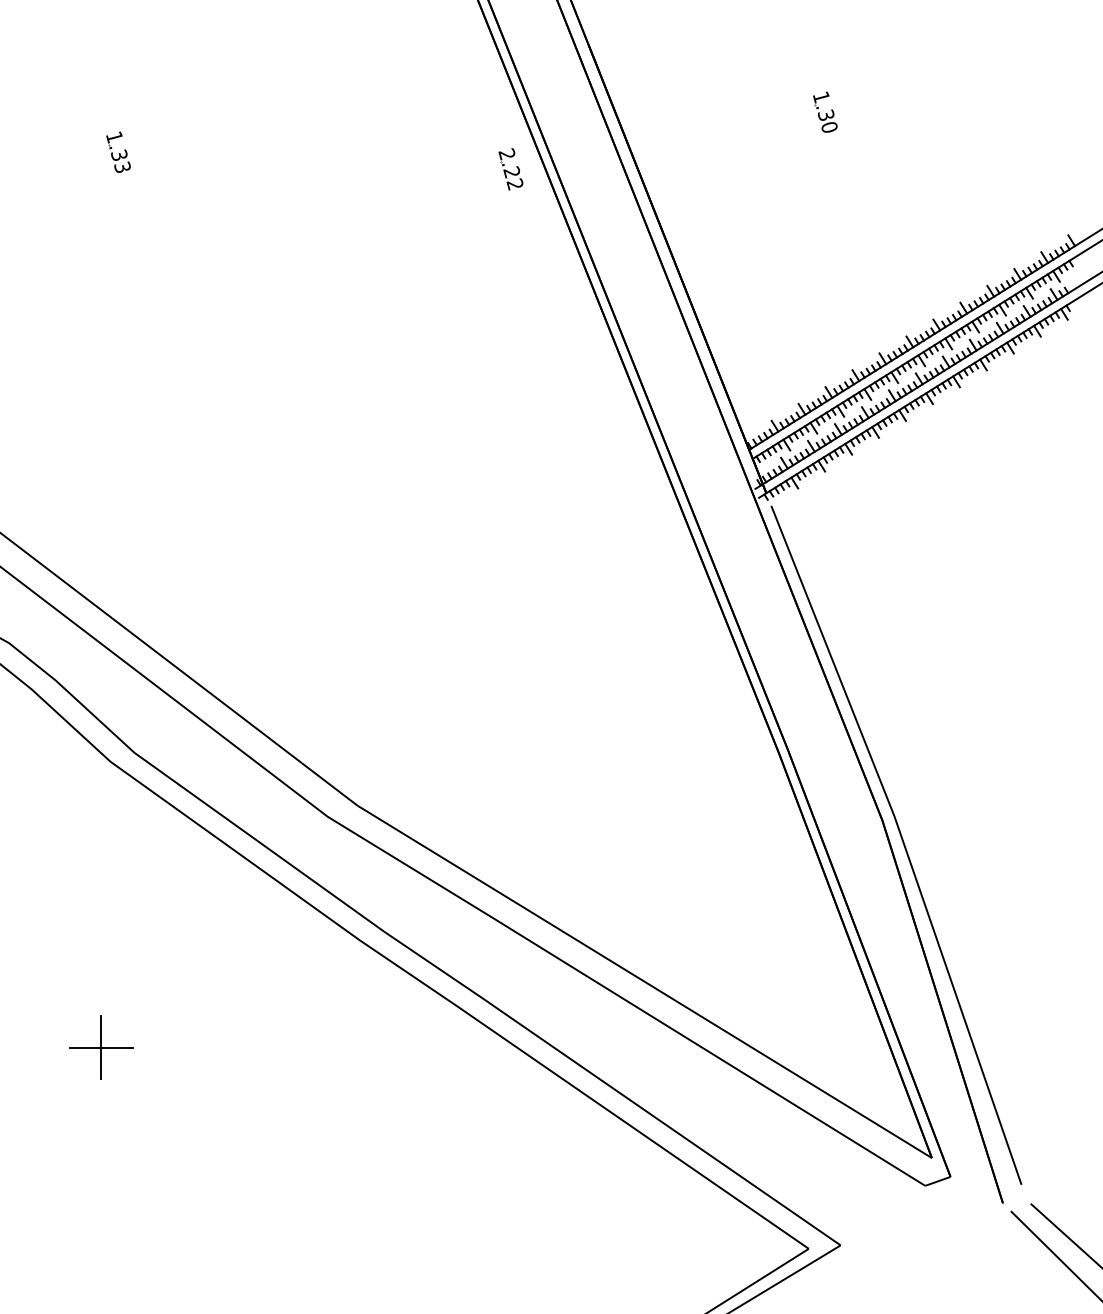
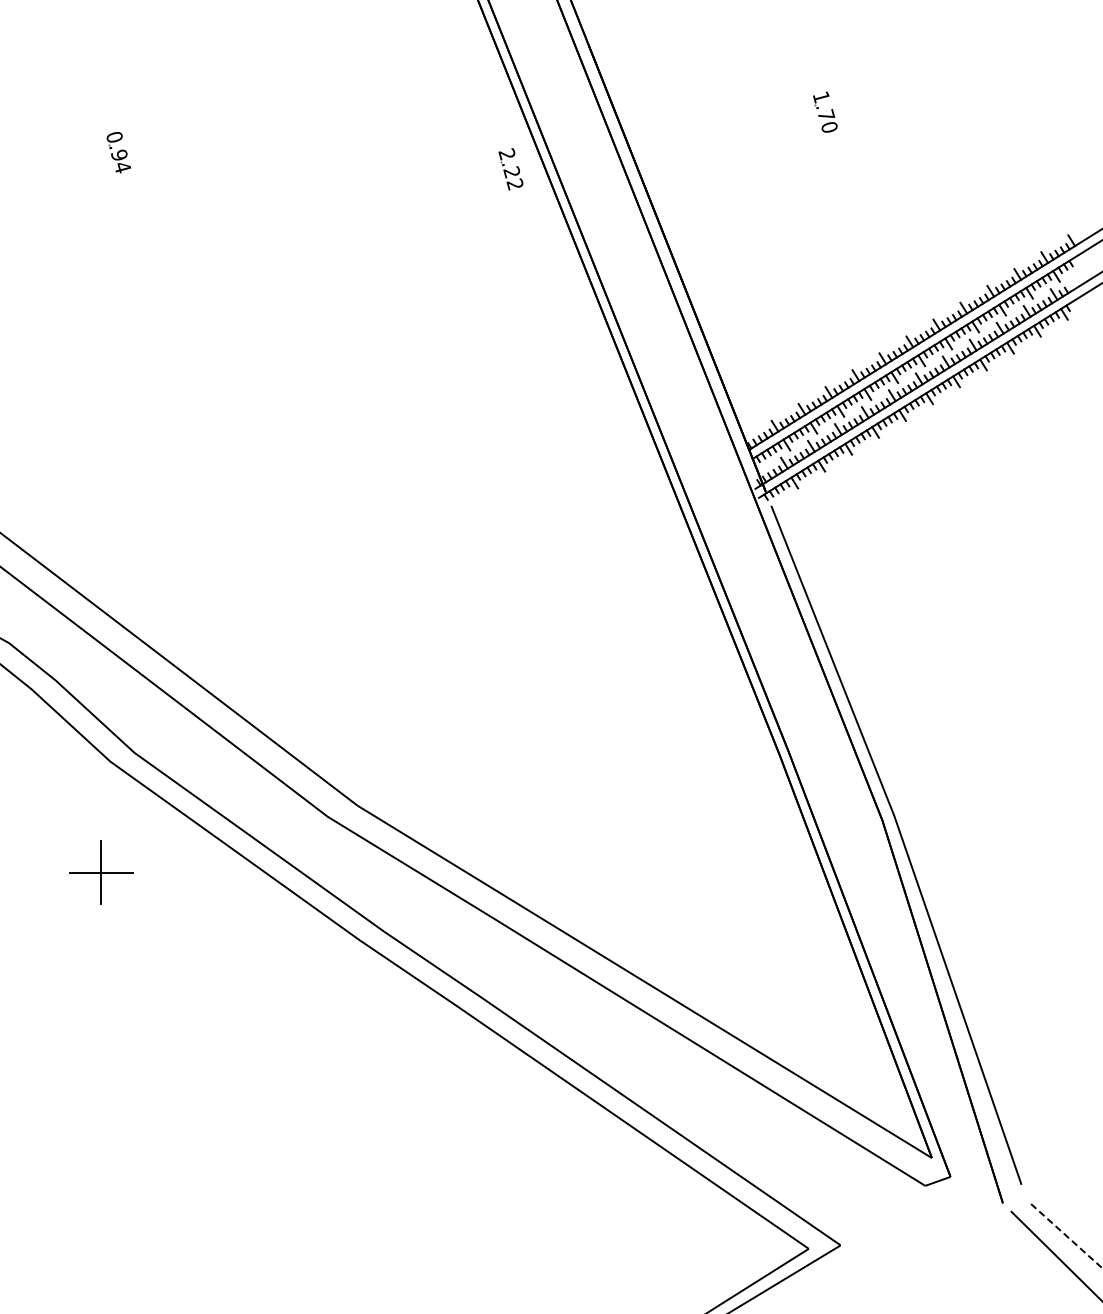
text at (826, 114): 1.30 -> 1.70
text at (118, 152): 1.33 -> 0.94
part at (101, 1047) position: (101, 1047) -> (101, 872)
line at (1066, 1235): solid -> dashed
